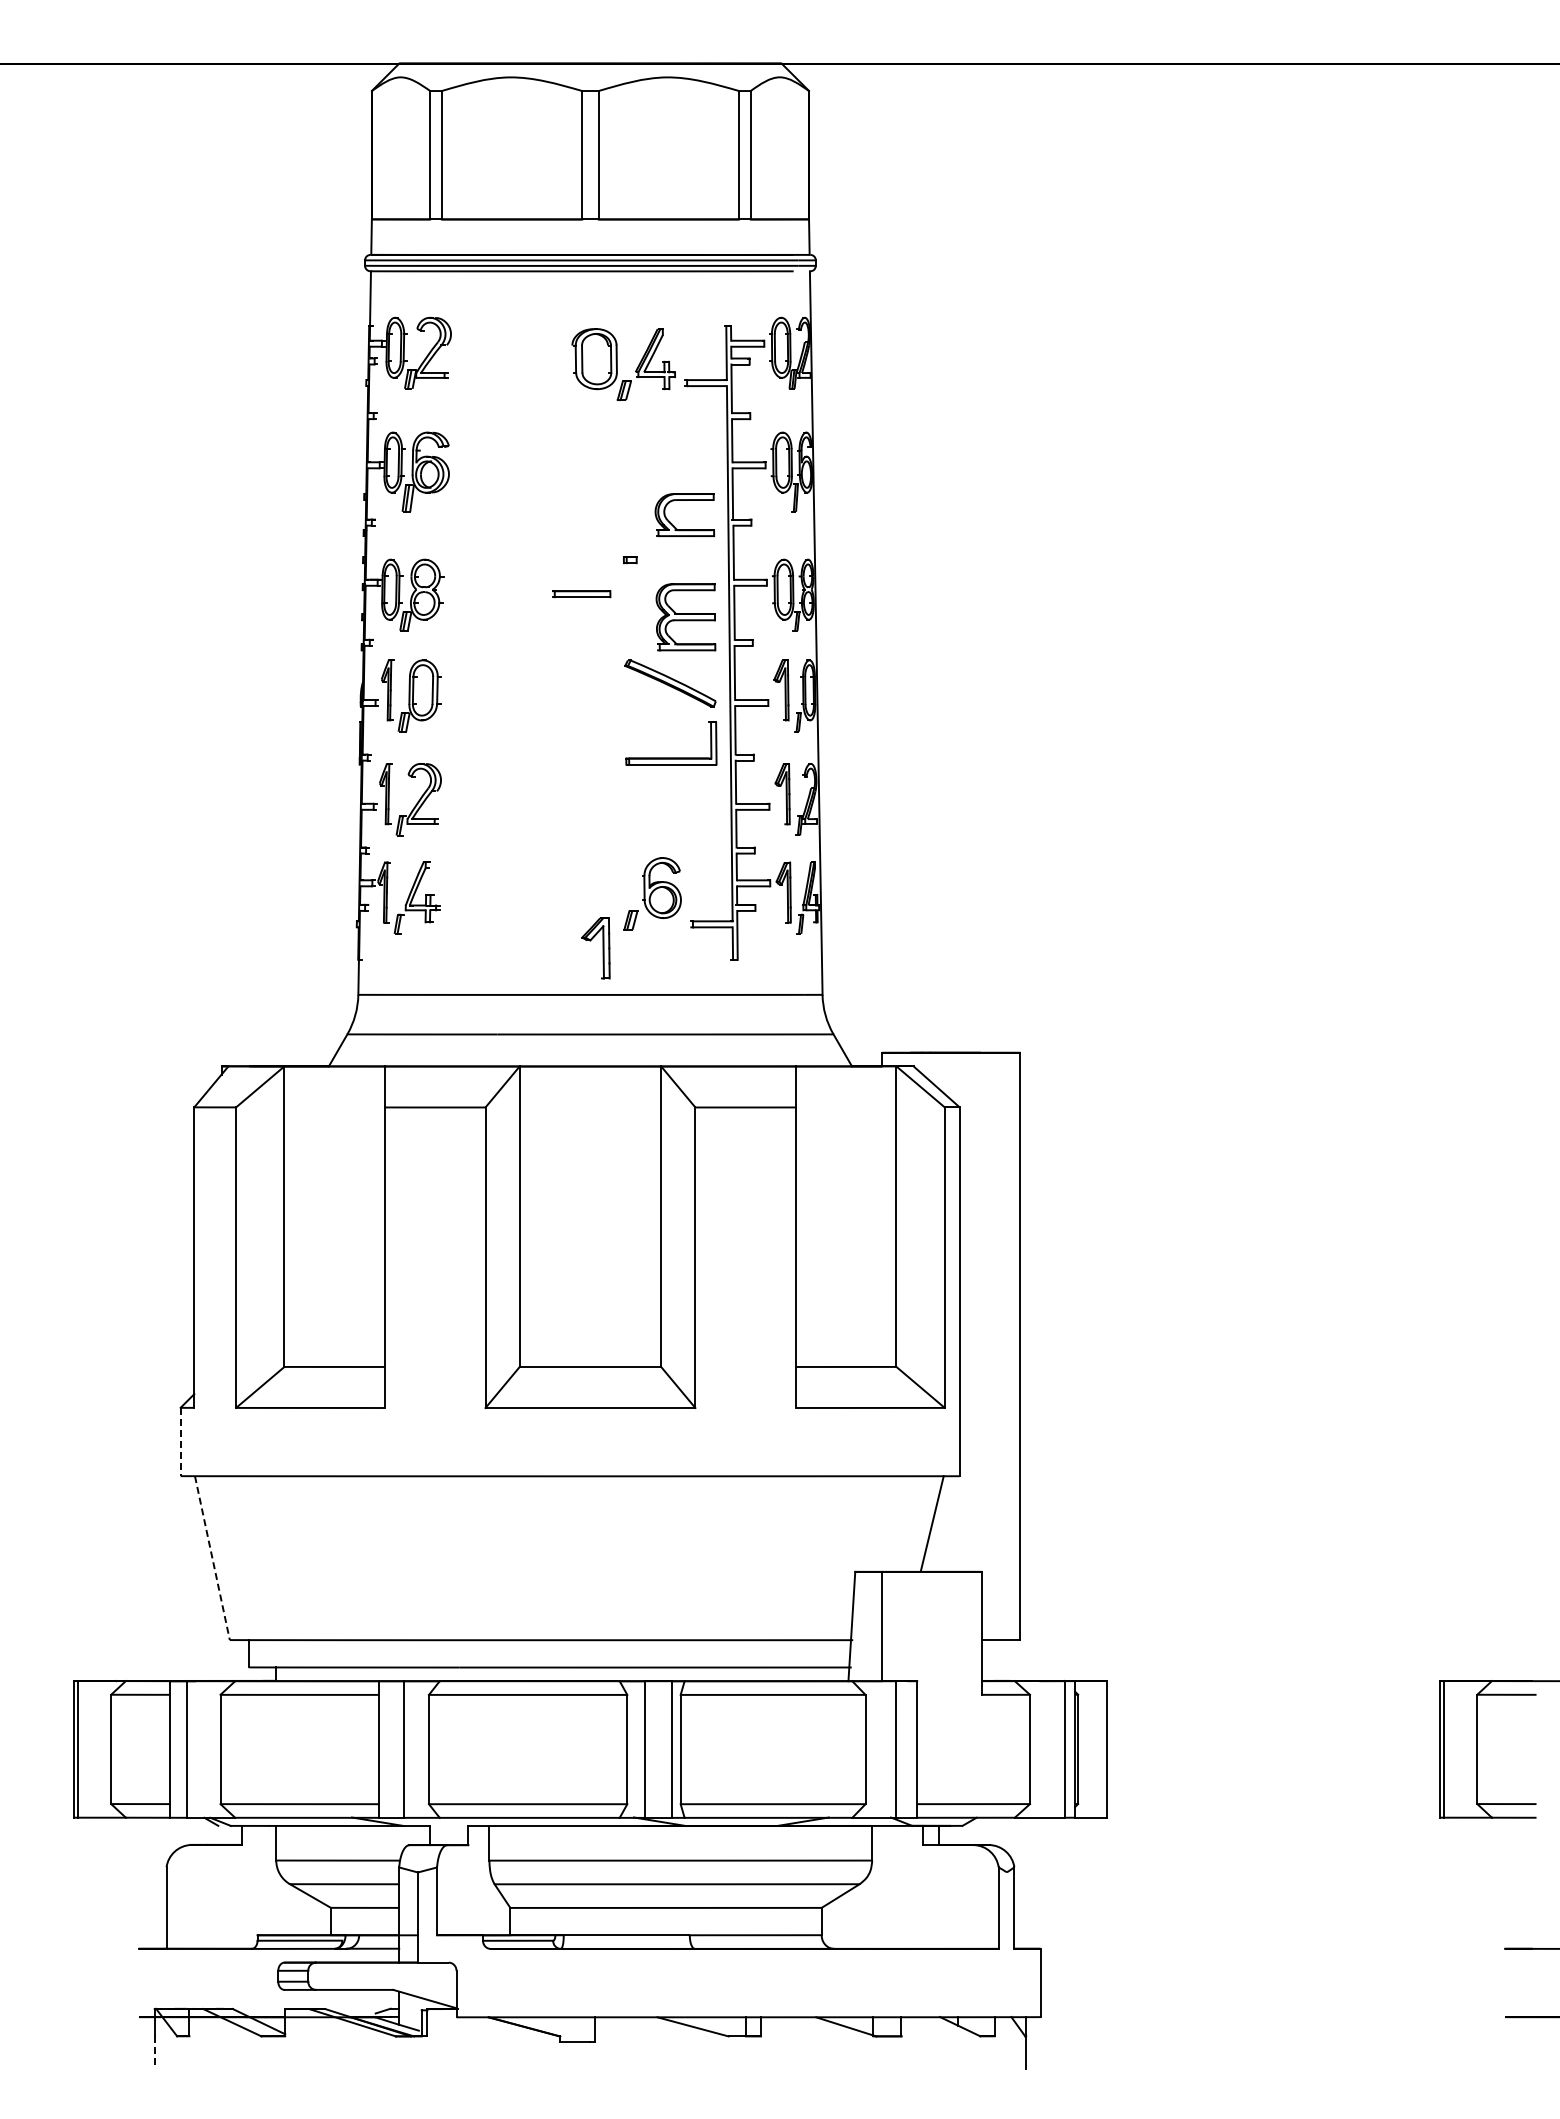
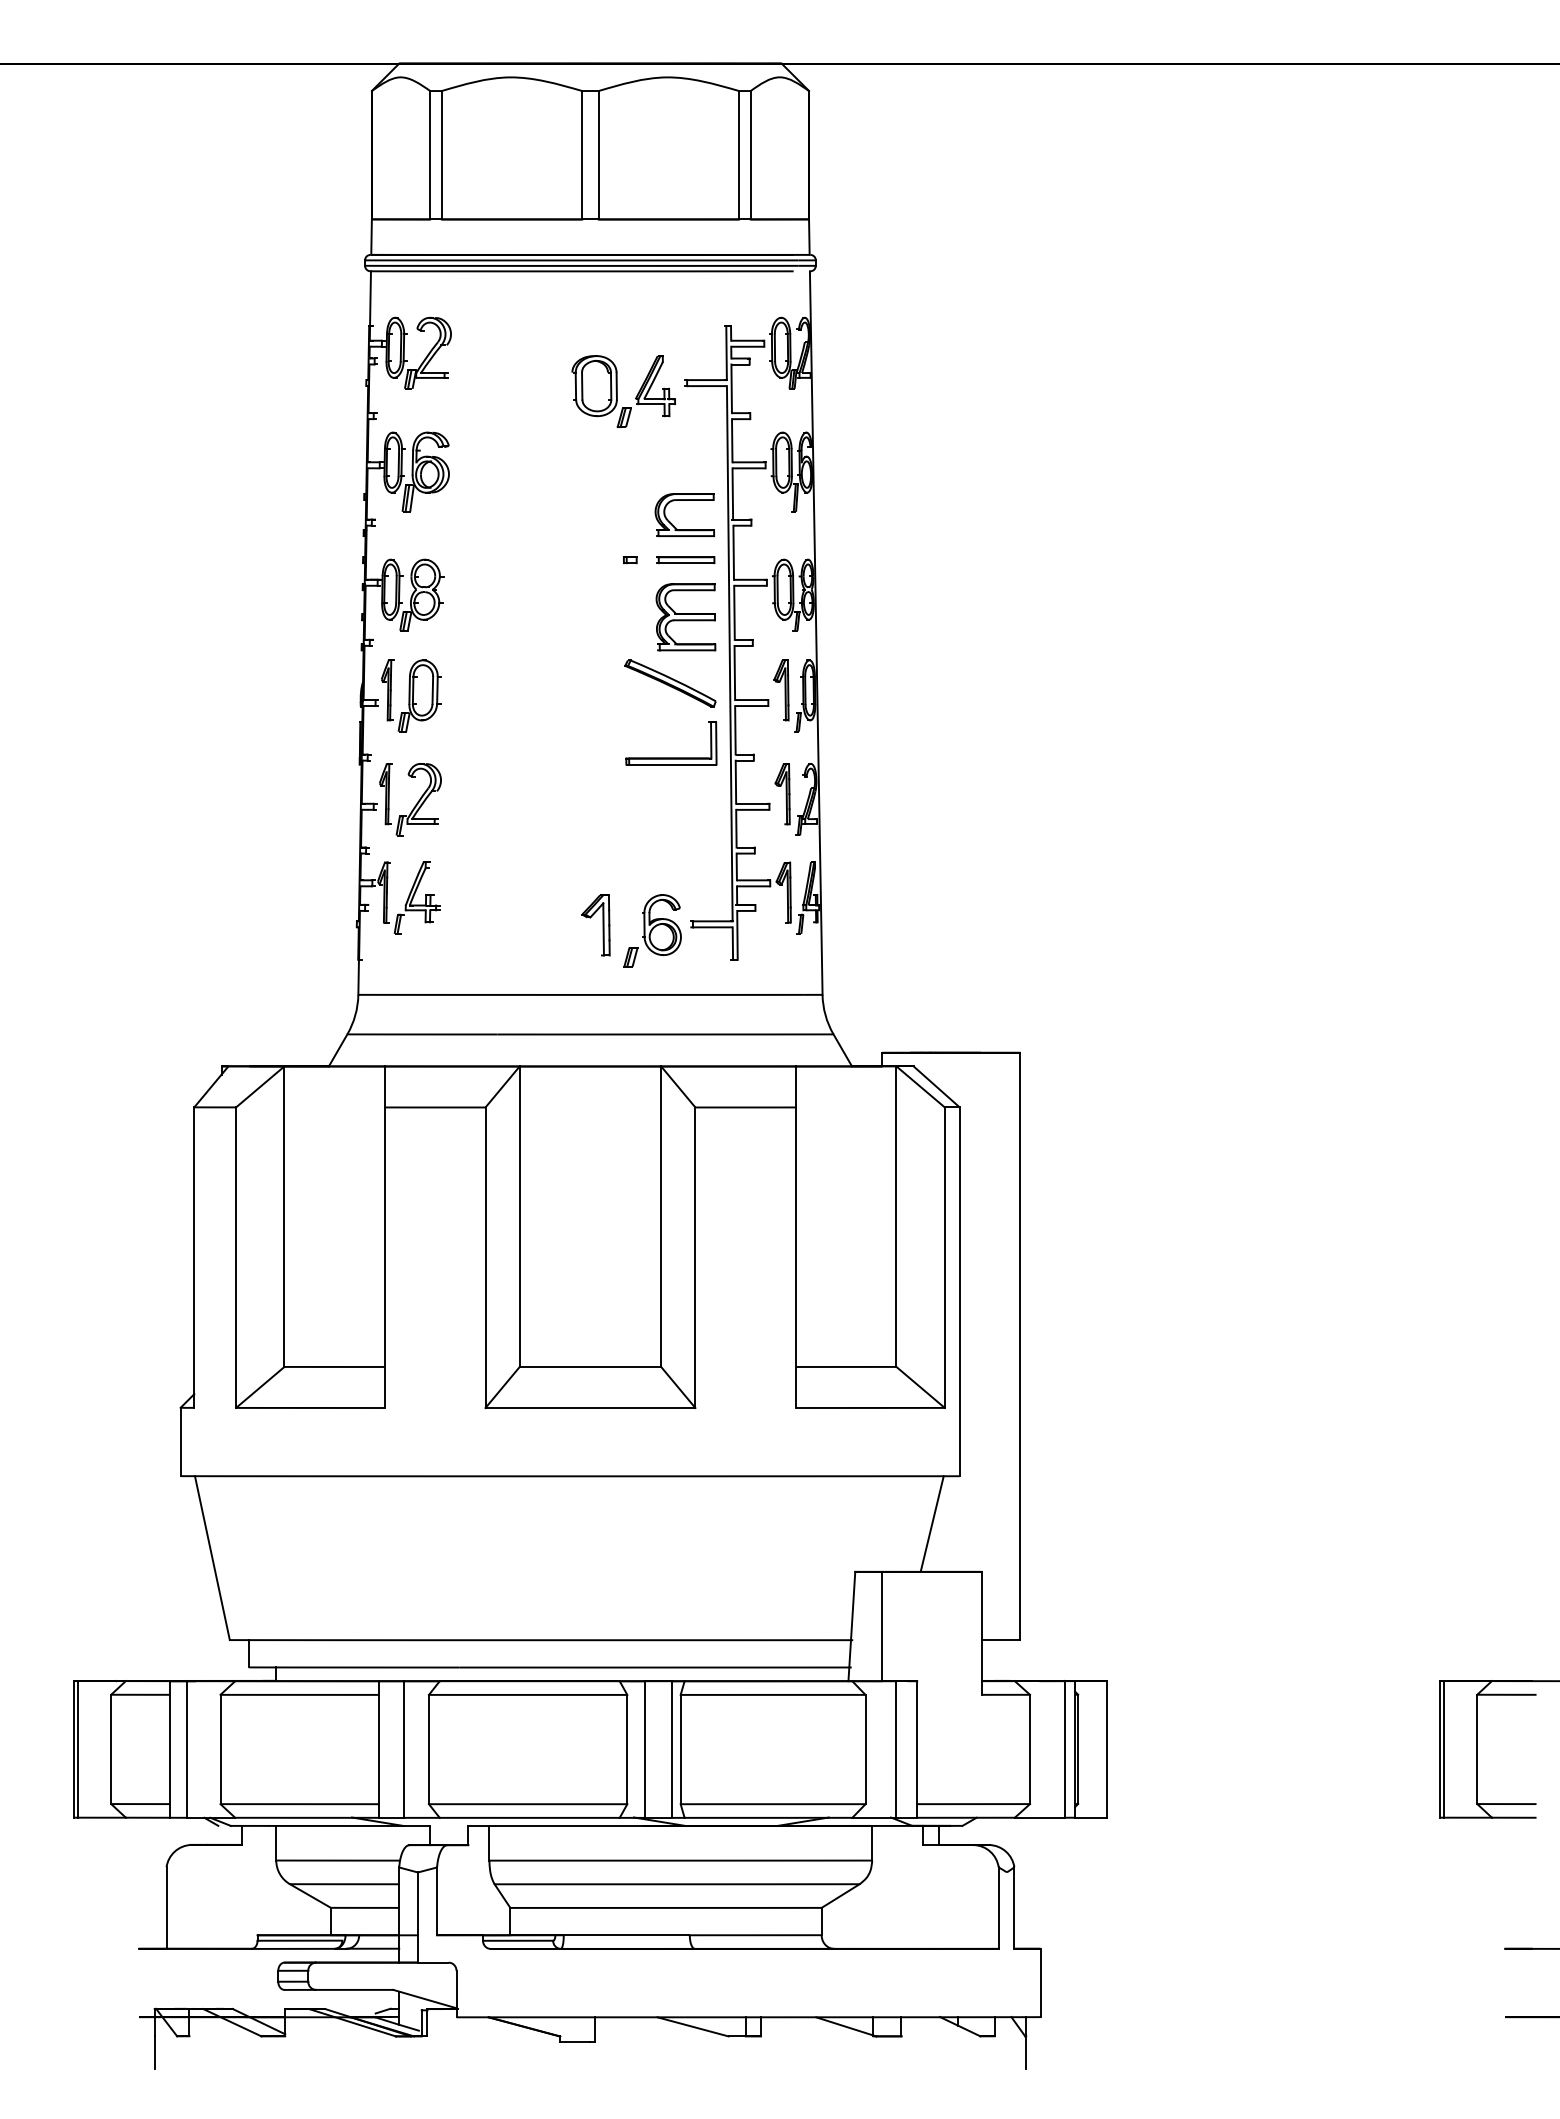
part at (623, 364) position: (623, 364) -> (623, 391)
part at (581, 594) position: (581, 594) -> (685, 560)
part at (652, 893) position: (652, 893) -> (652, 930)
part at (602, 948) position: (602, 948) -> (602, 925)
line at (180, 1442): dashed -> solid
line at (212, 1558): dashed -> solid
line at (154, 2053): dashed -> solid
